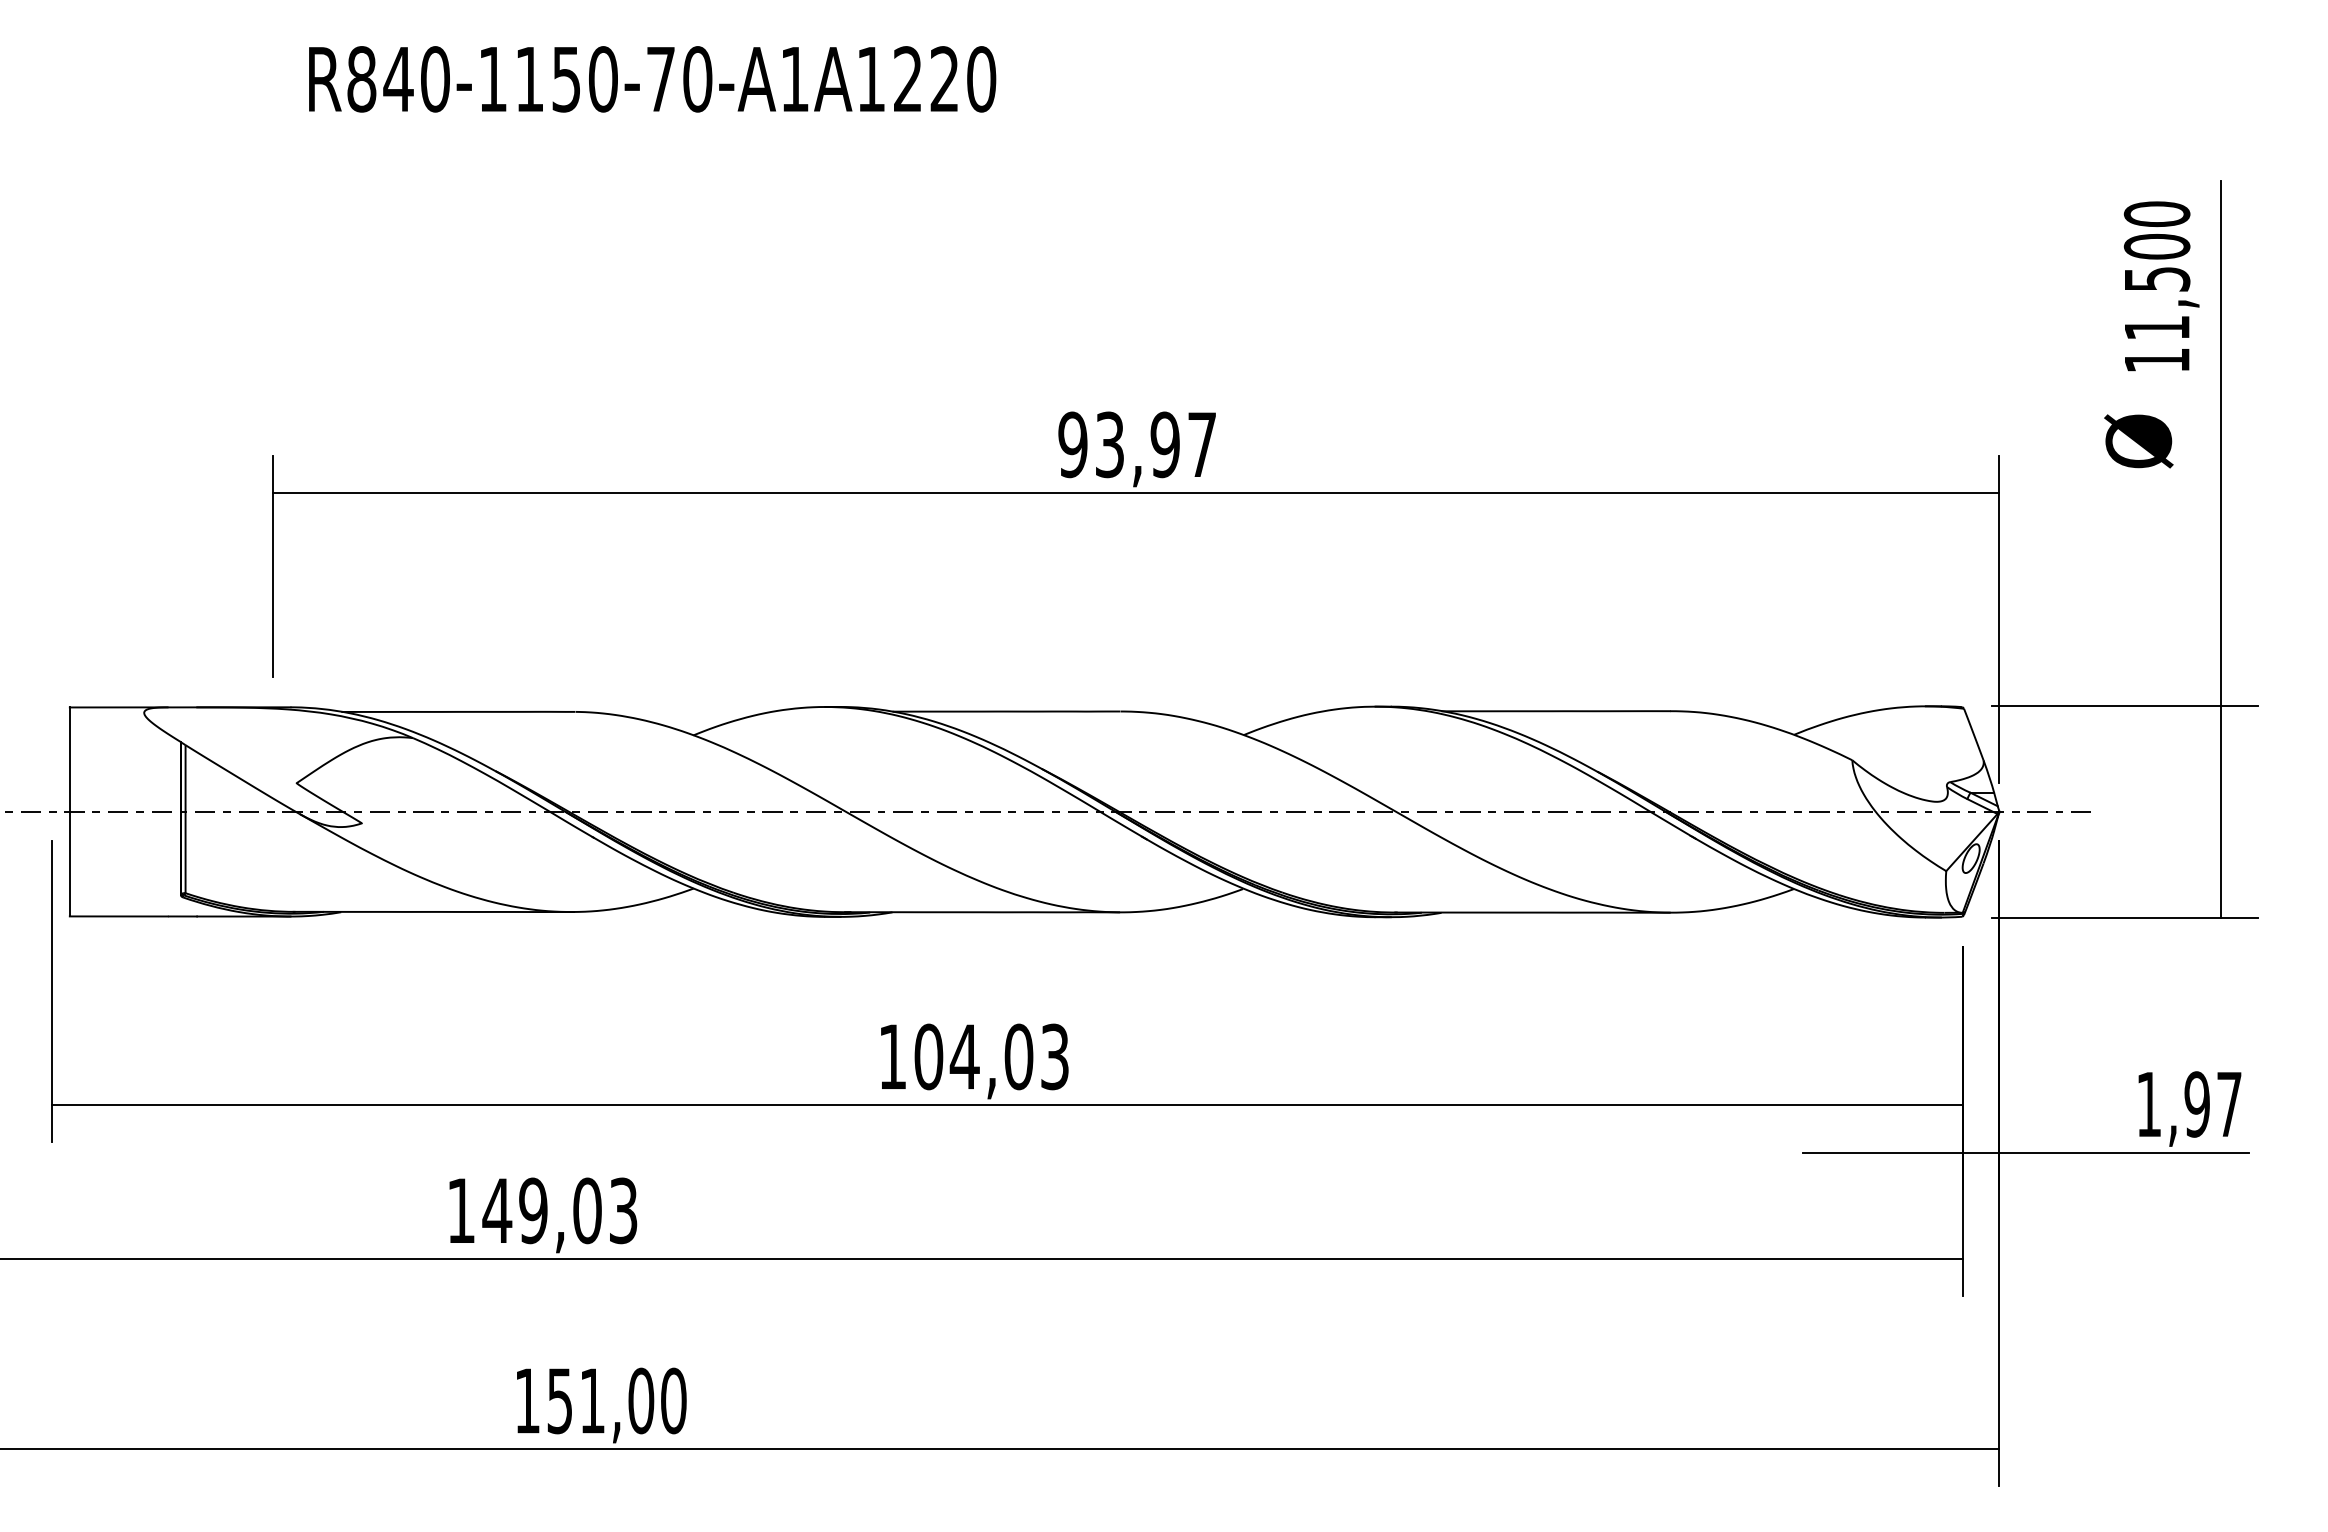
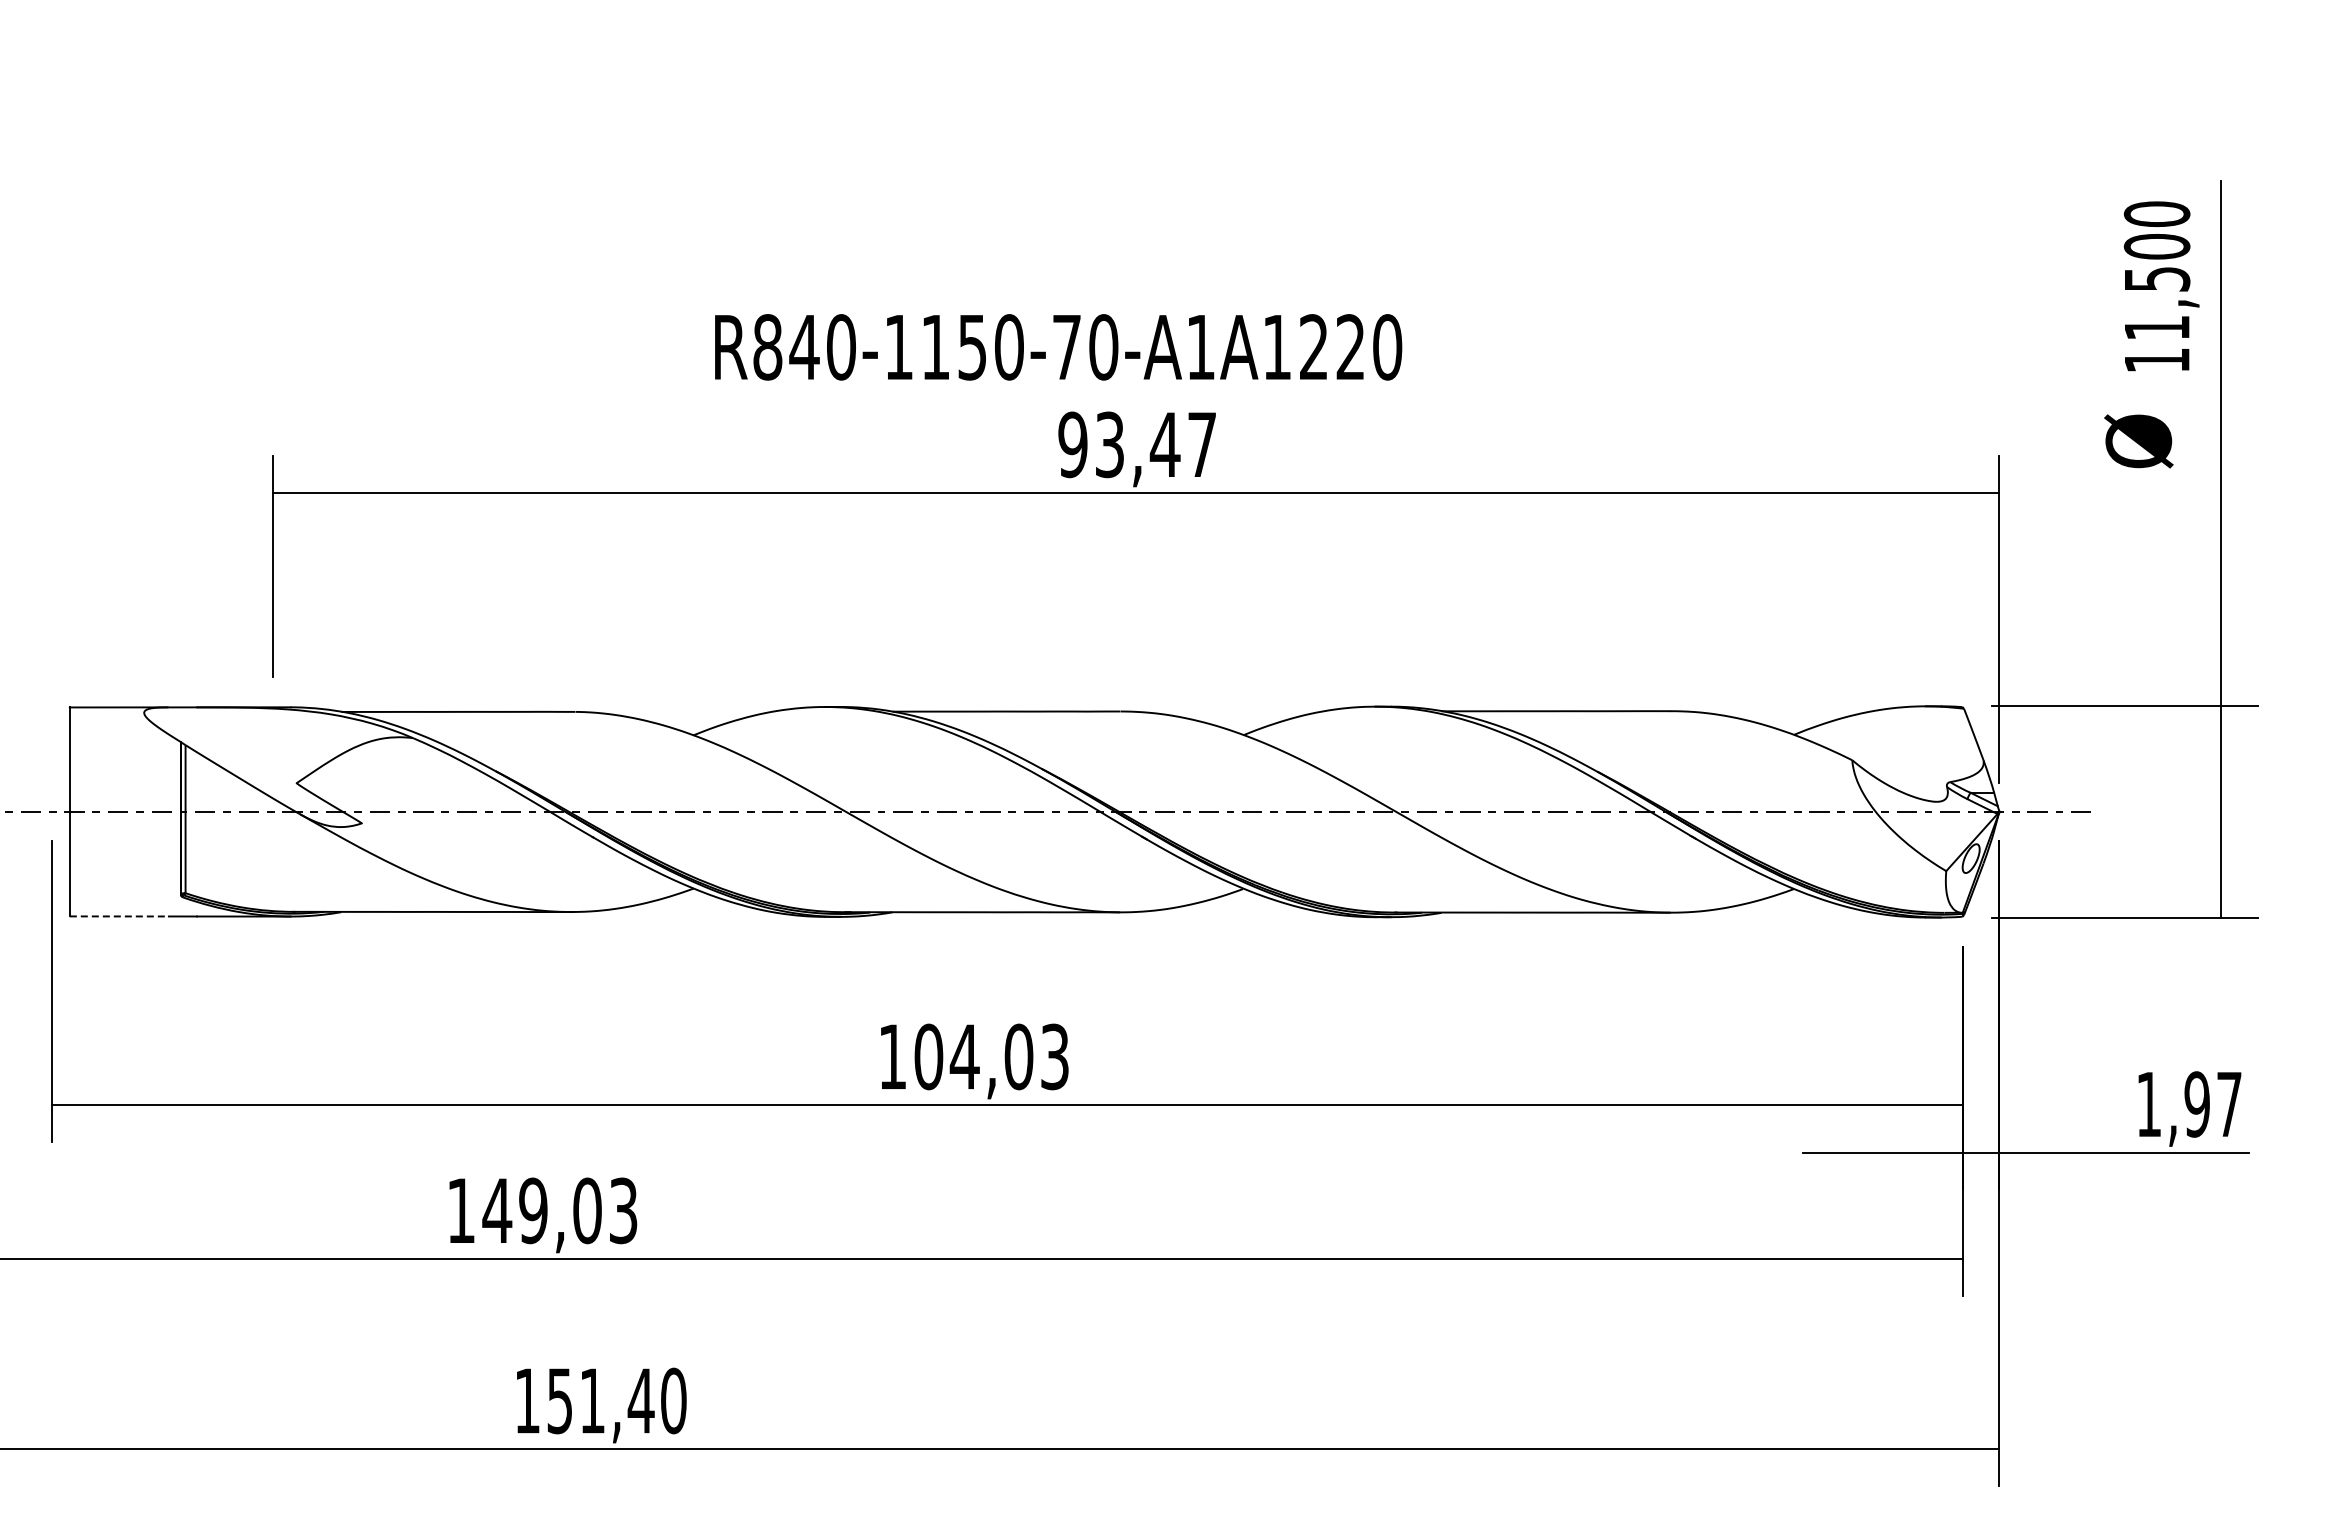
text at (652, 79) position: (652, 79) -> (1058, 347)
text at (1164, 444): 93,97 -> 93,47
line at (118, 916): solid -> dashed
text at (640, 1400): 151,00 -> 151,40
